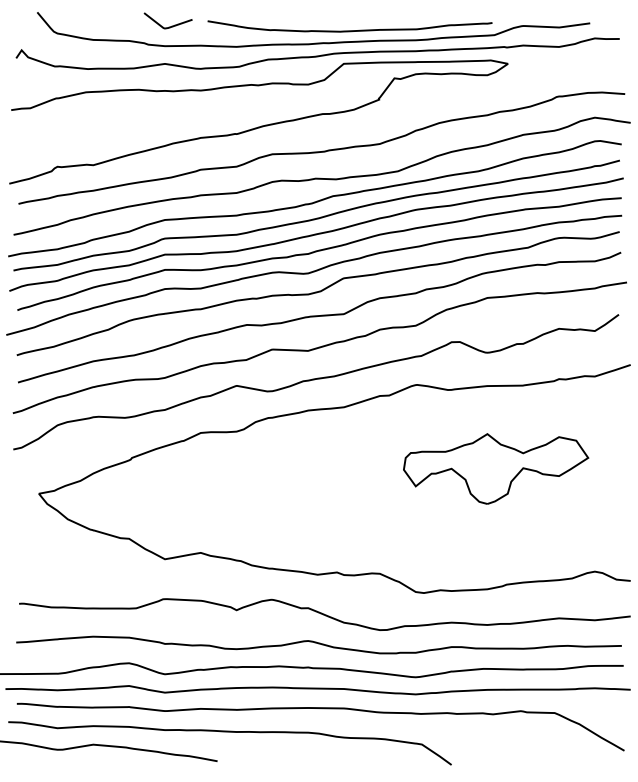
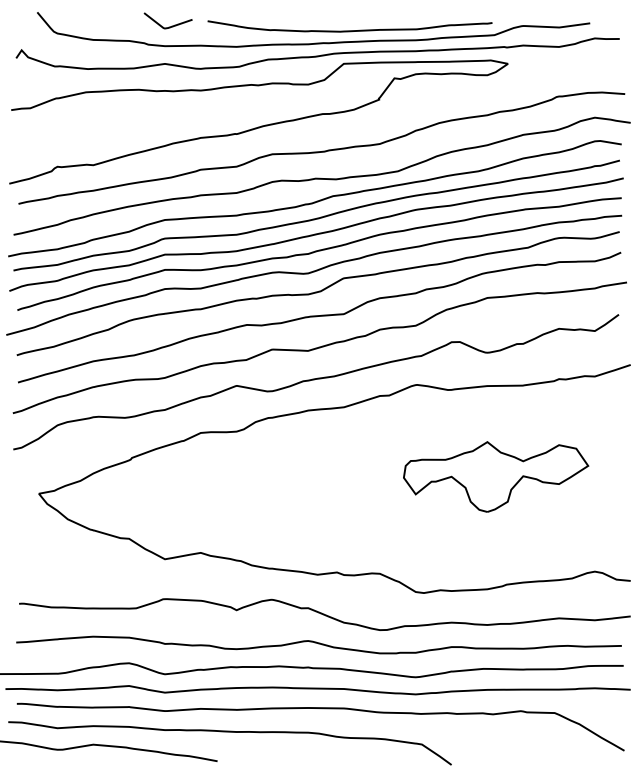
part at (496, 468) position: (496, 468) -> (496, 476)
